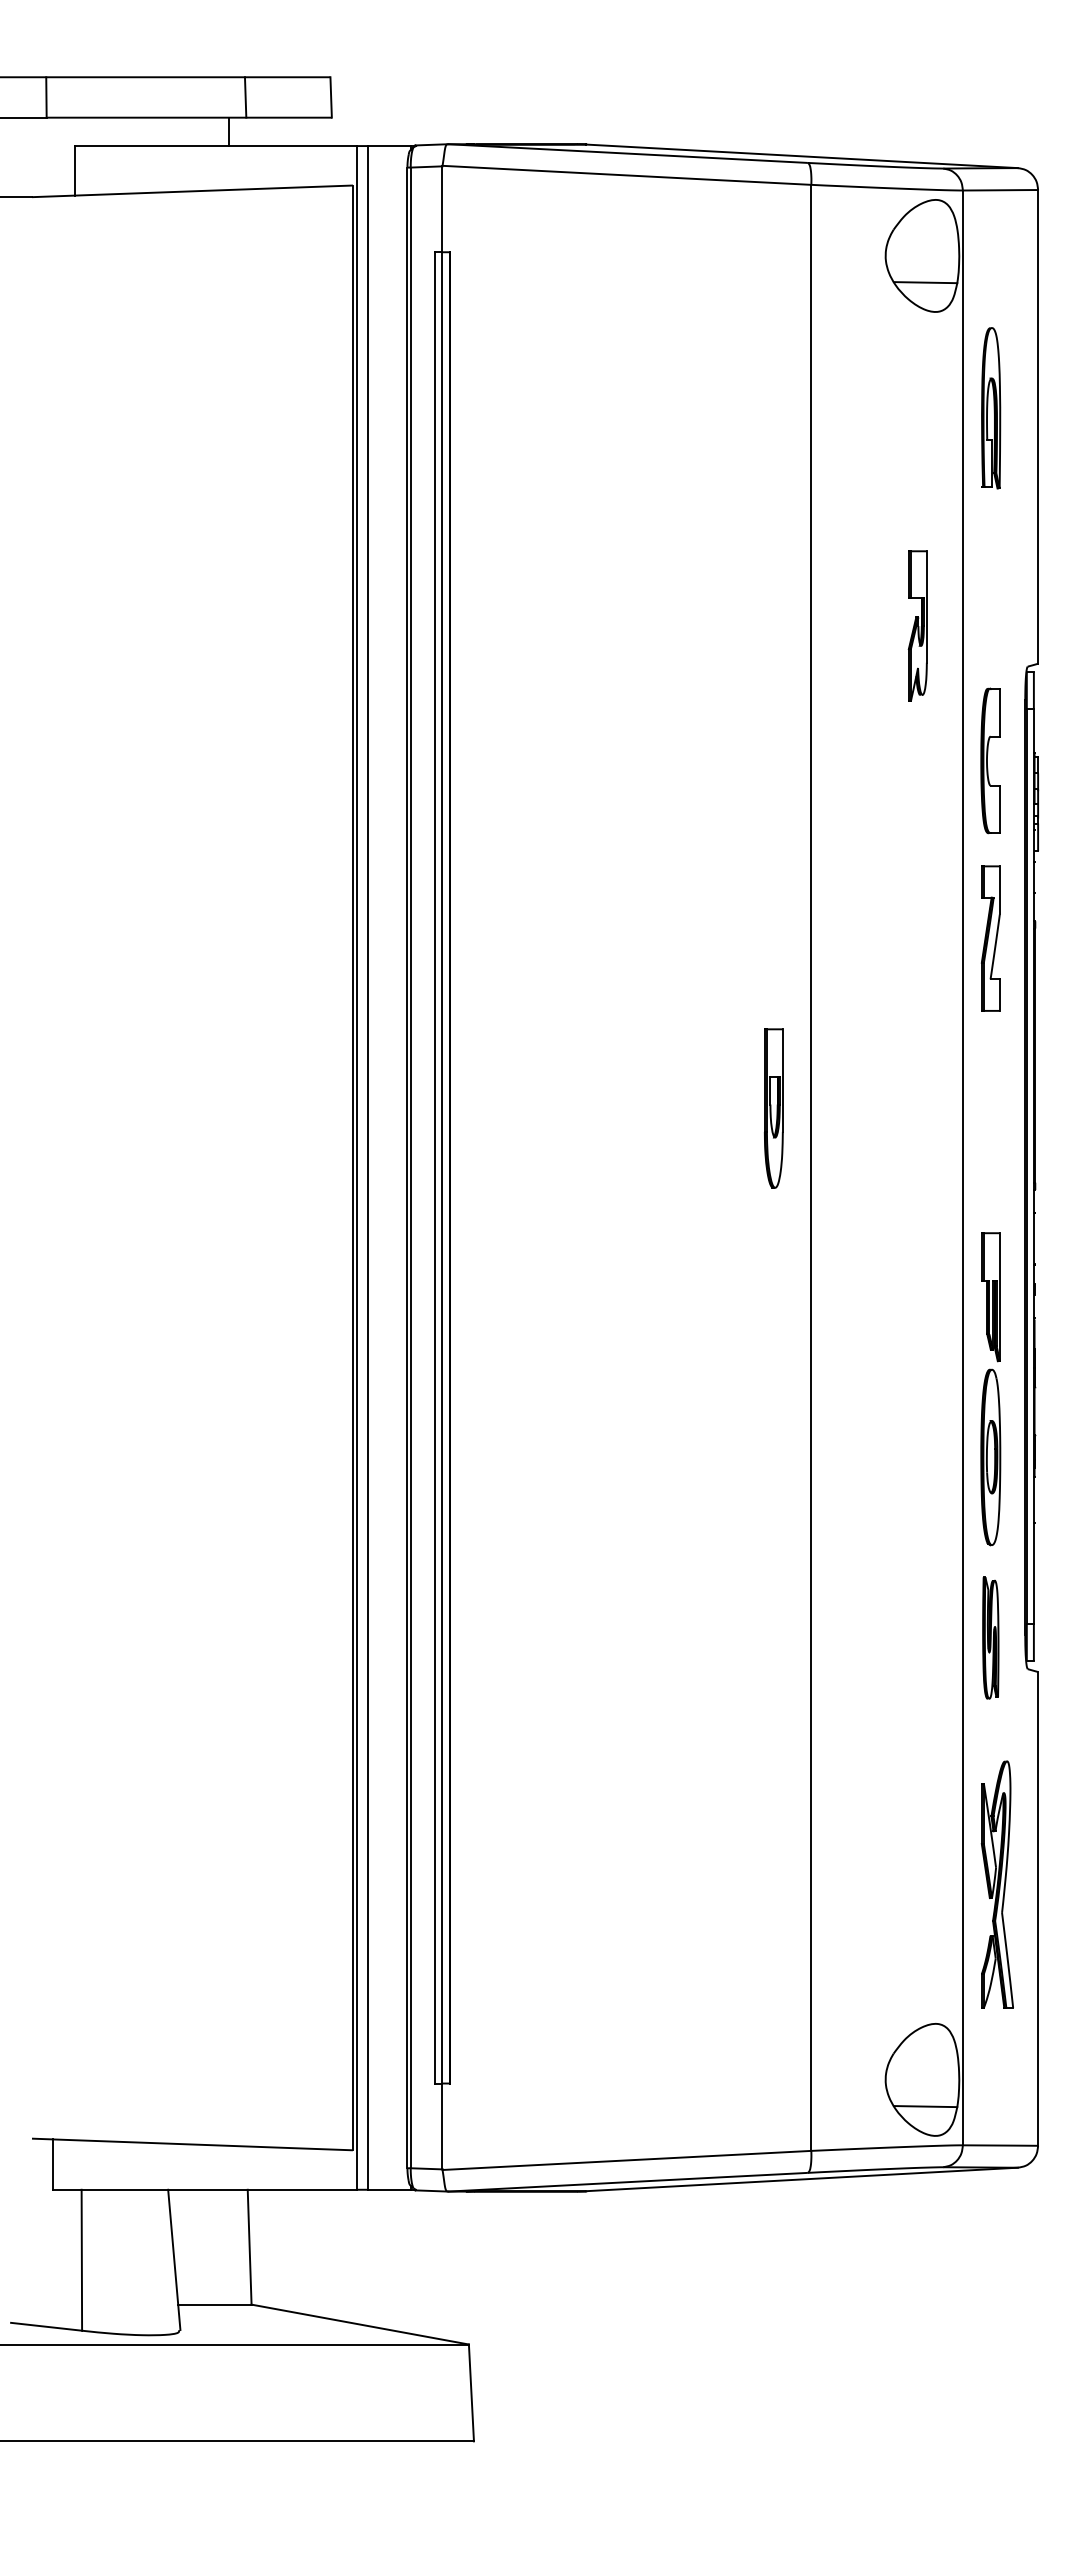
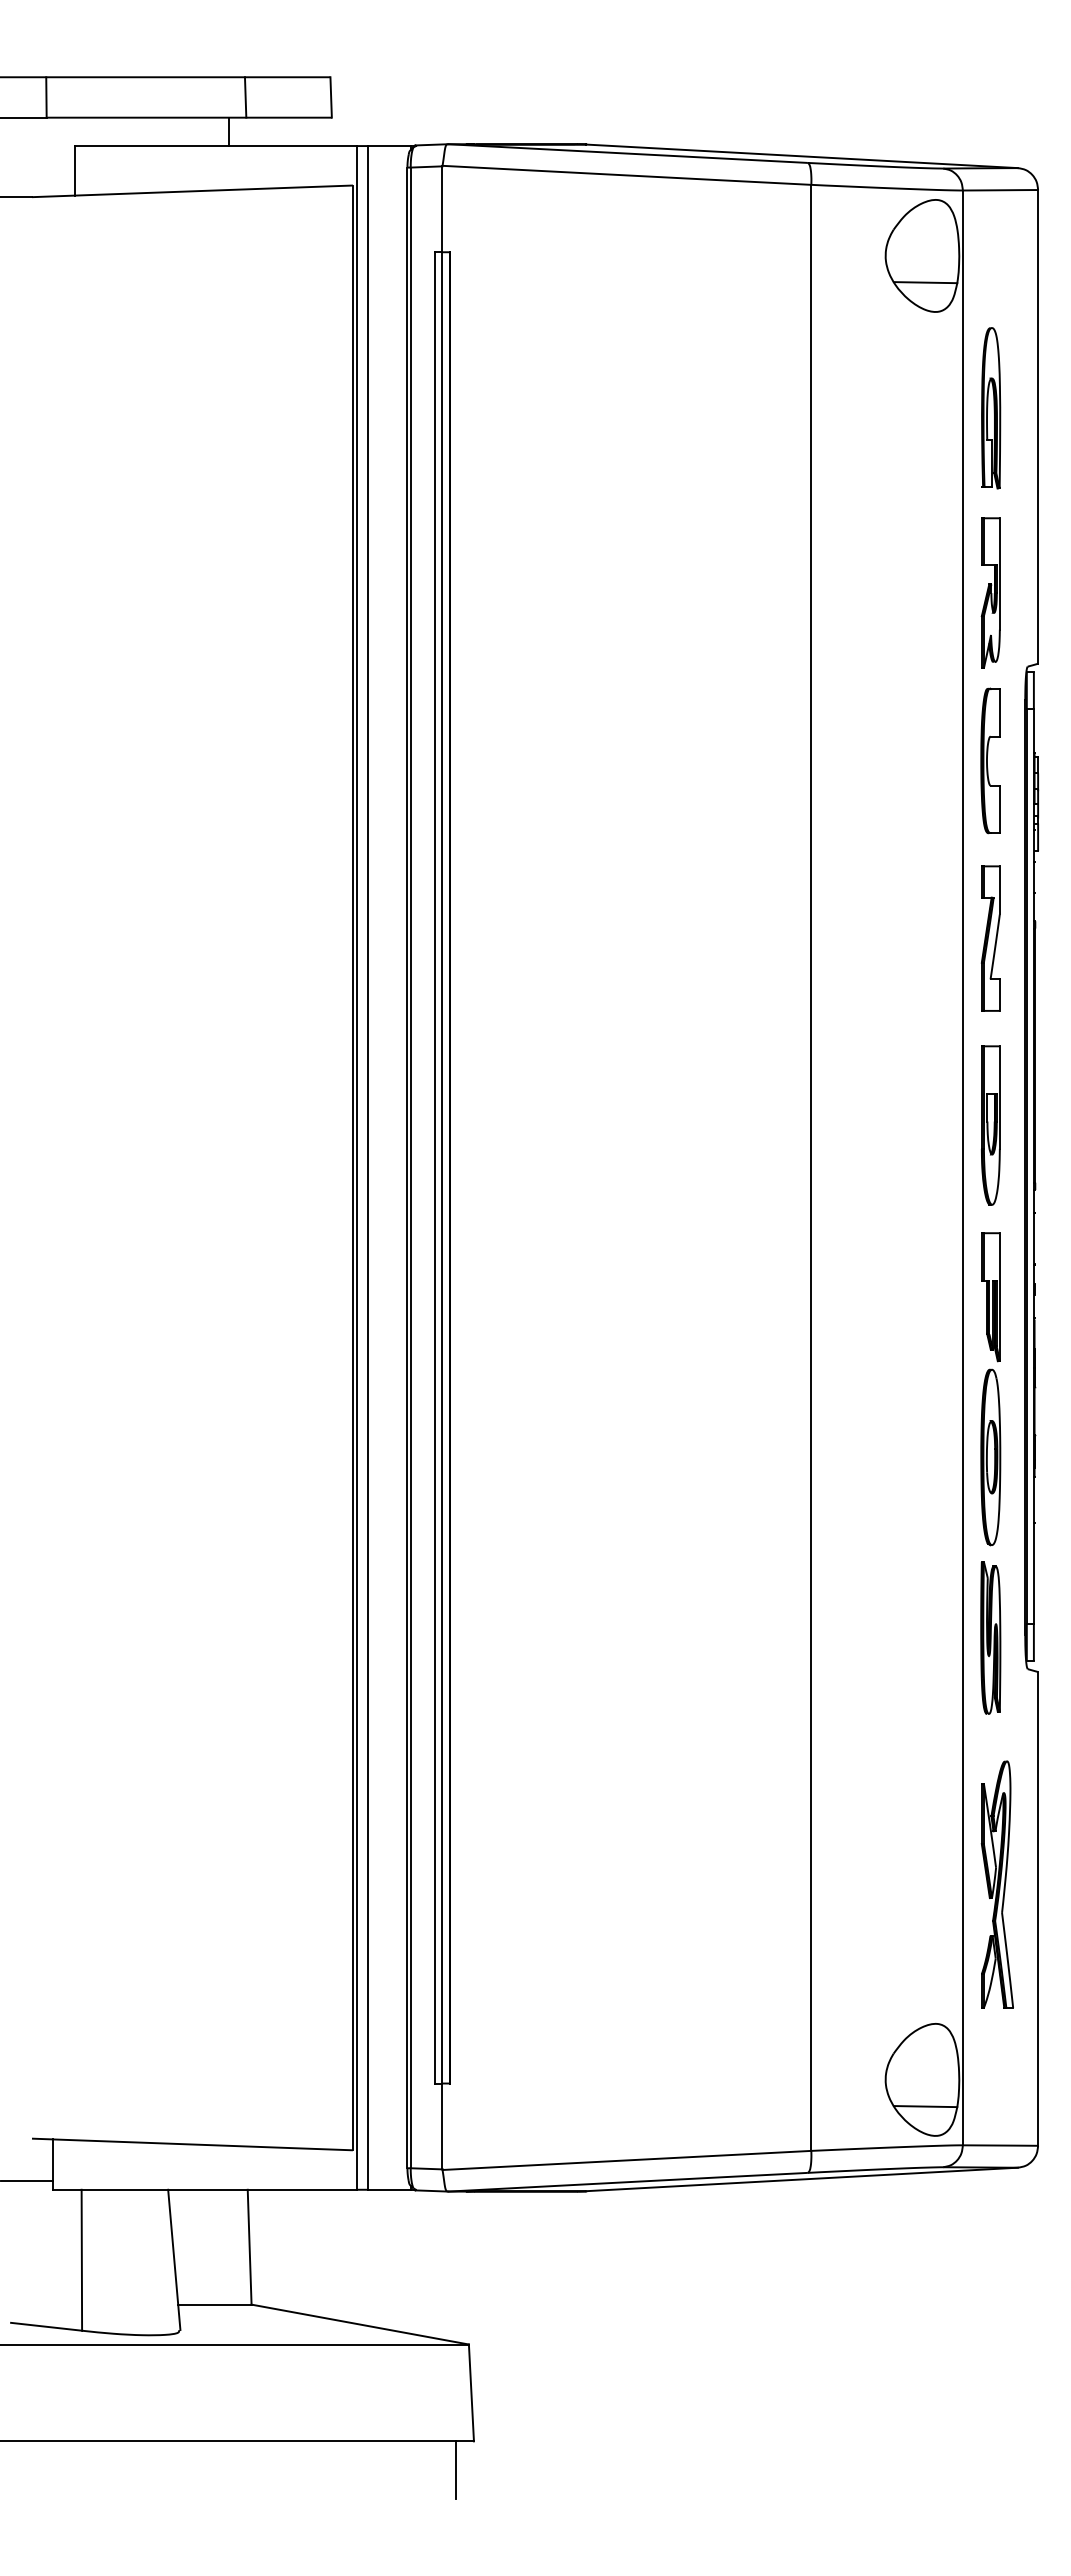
part at (917, 625) position: (917, 625) -> (990, 592)
part at (773, 1108) position: (773, 1108) -> (990, 1125)
part at (990, 1637) size: 18x124 px -> 22x154 px
line at (27, 2181): none -> present
line at (456, 2469): none -> present
